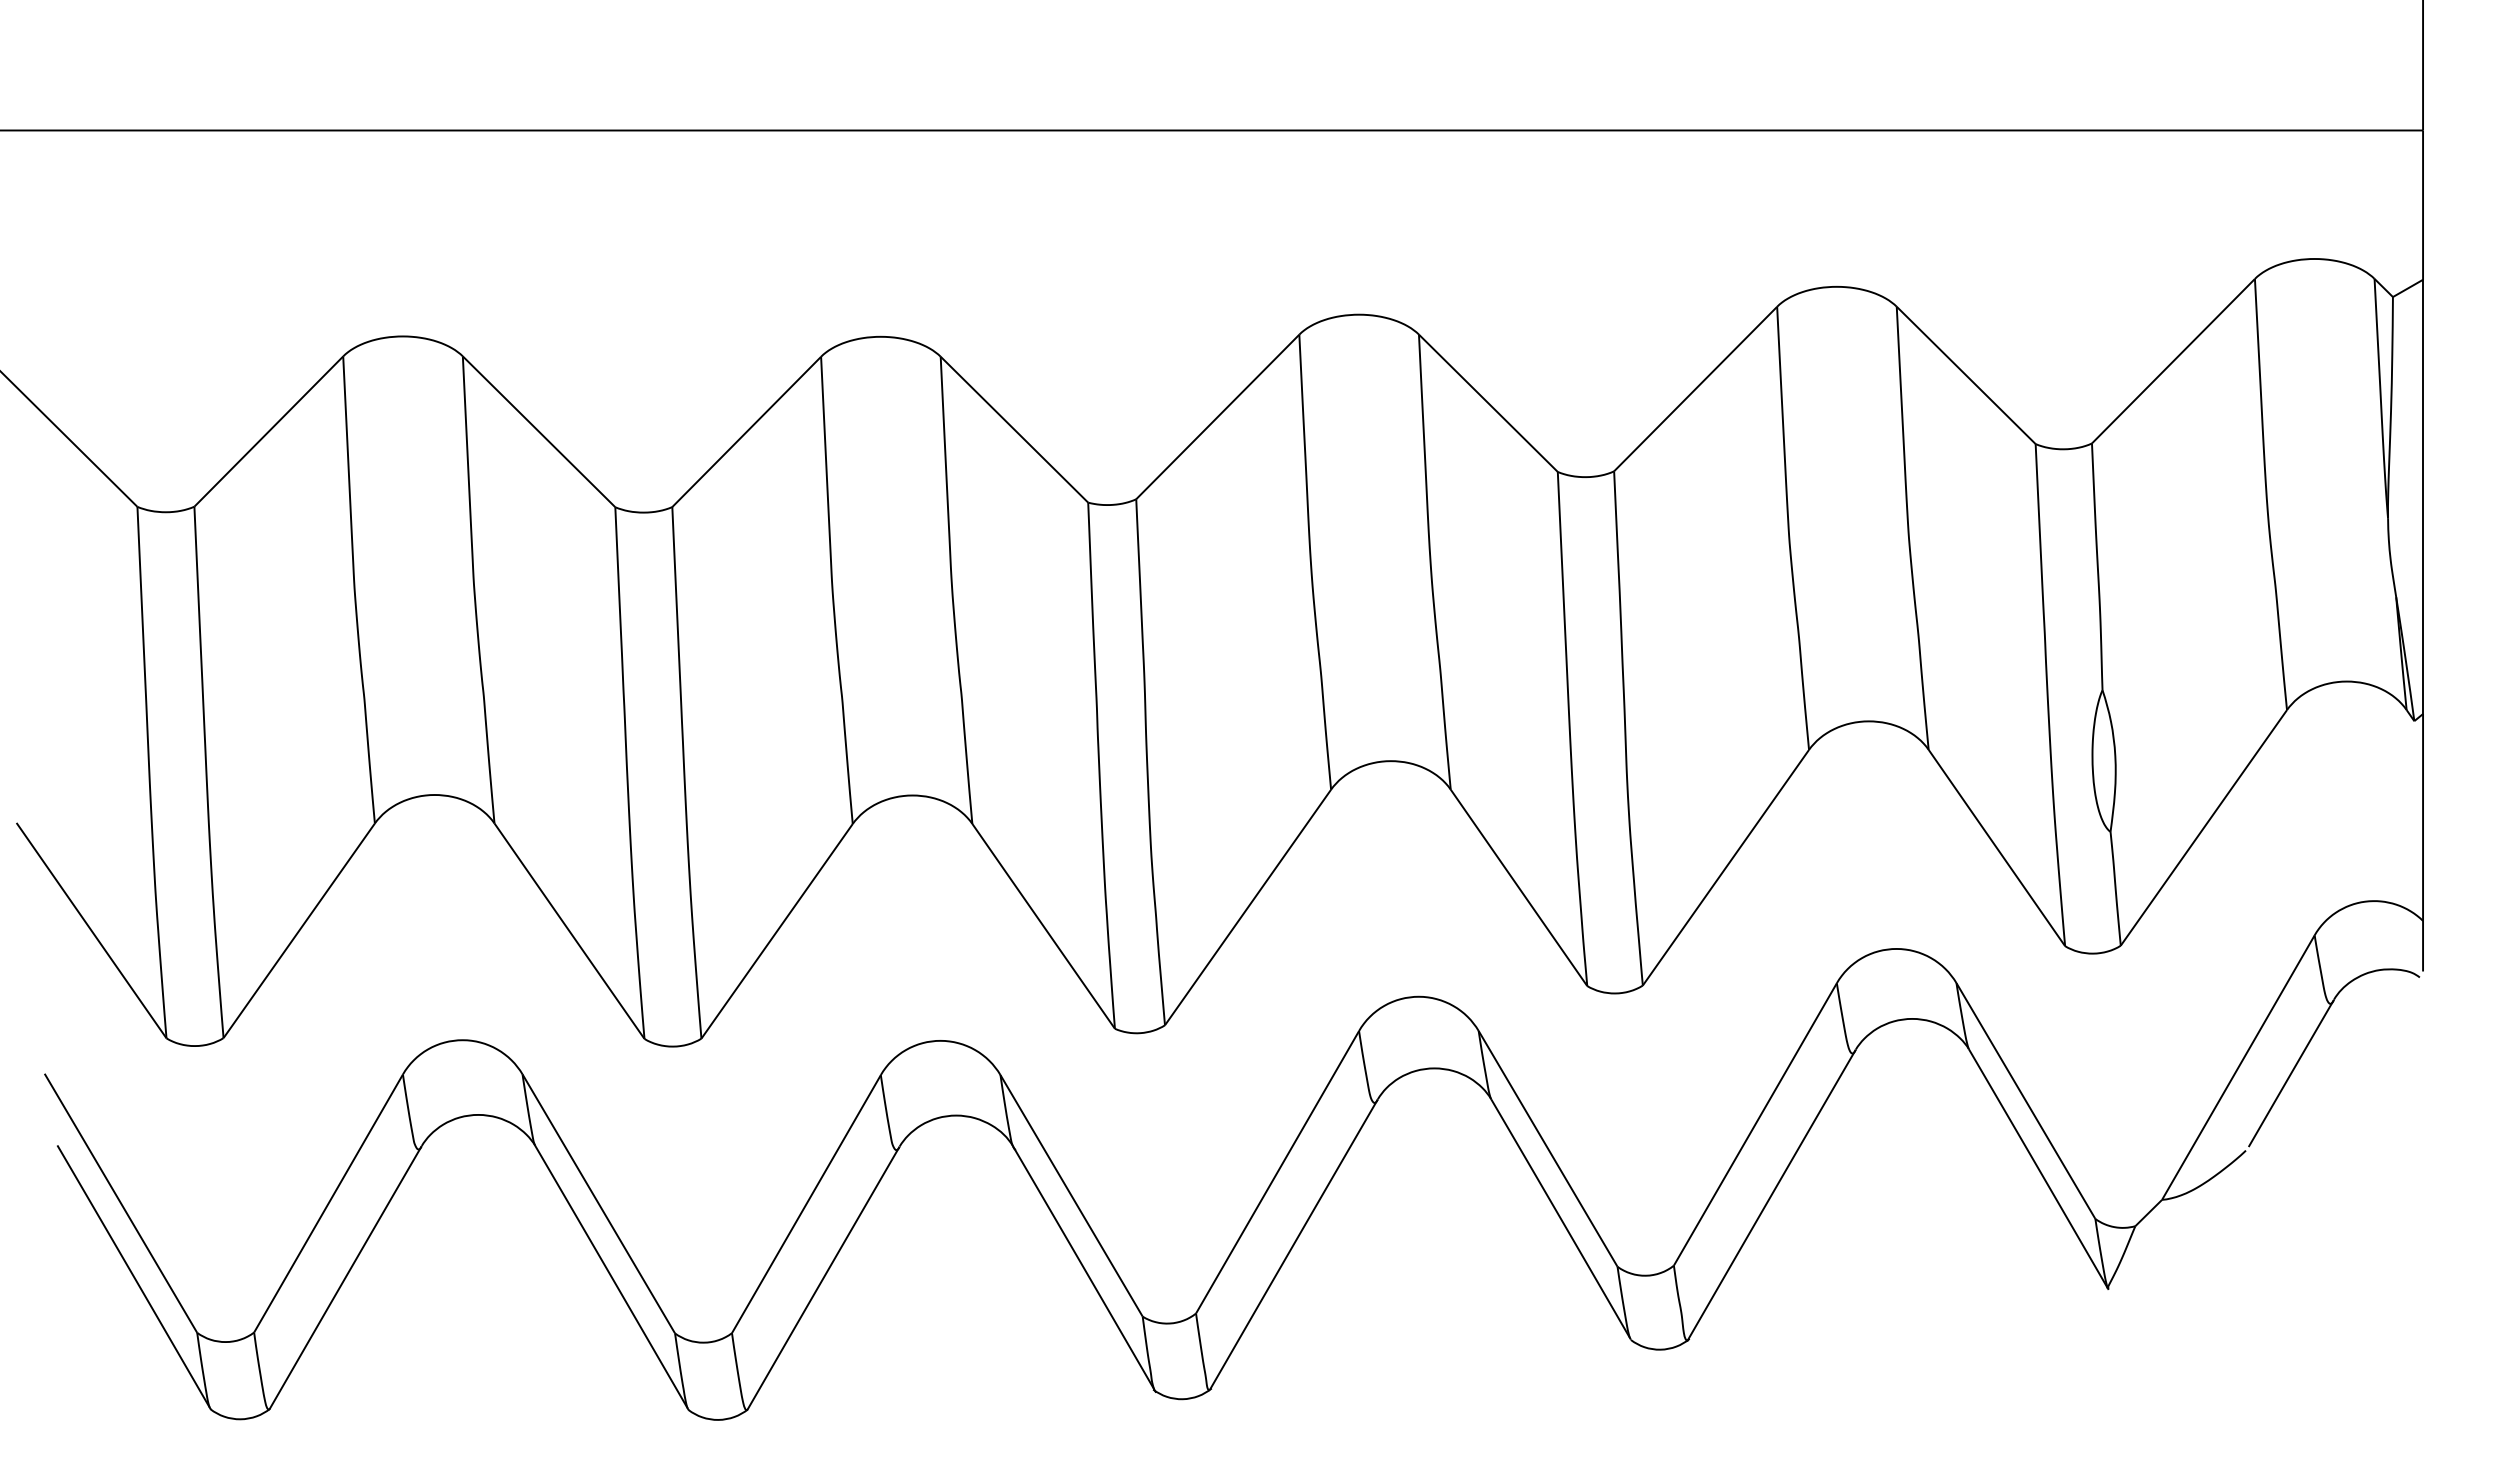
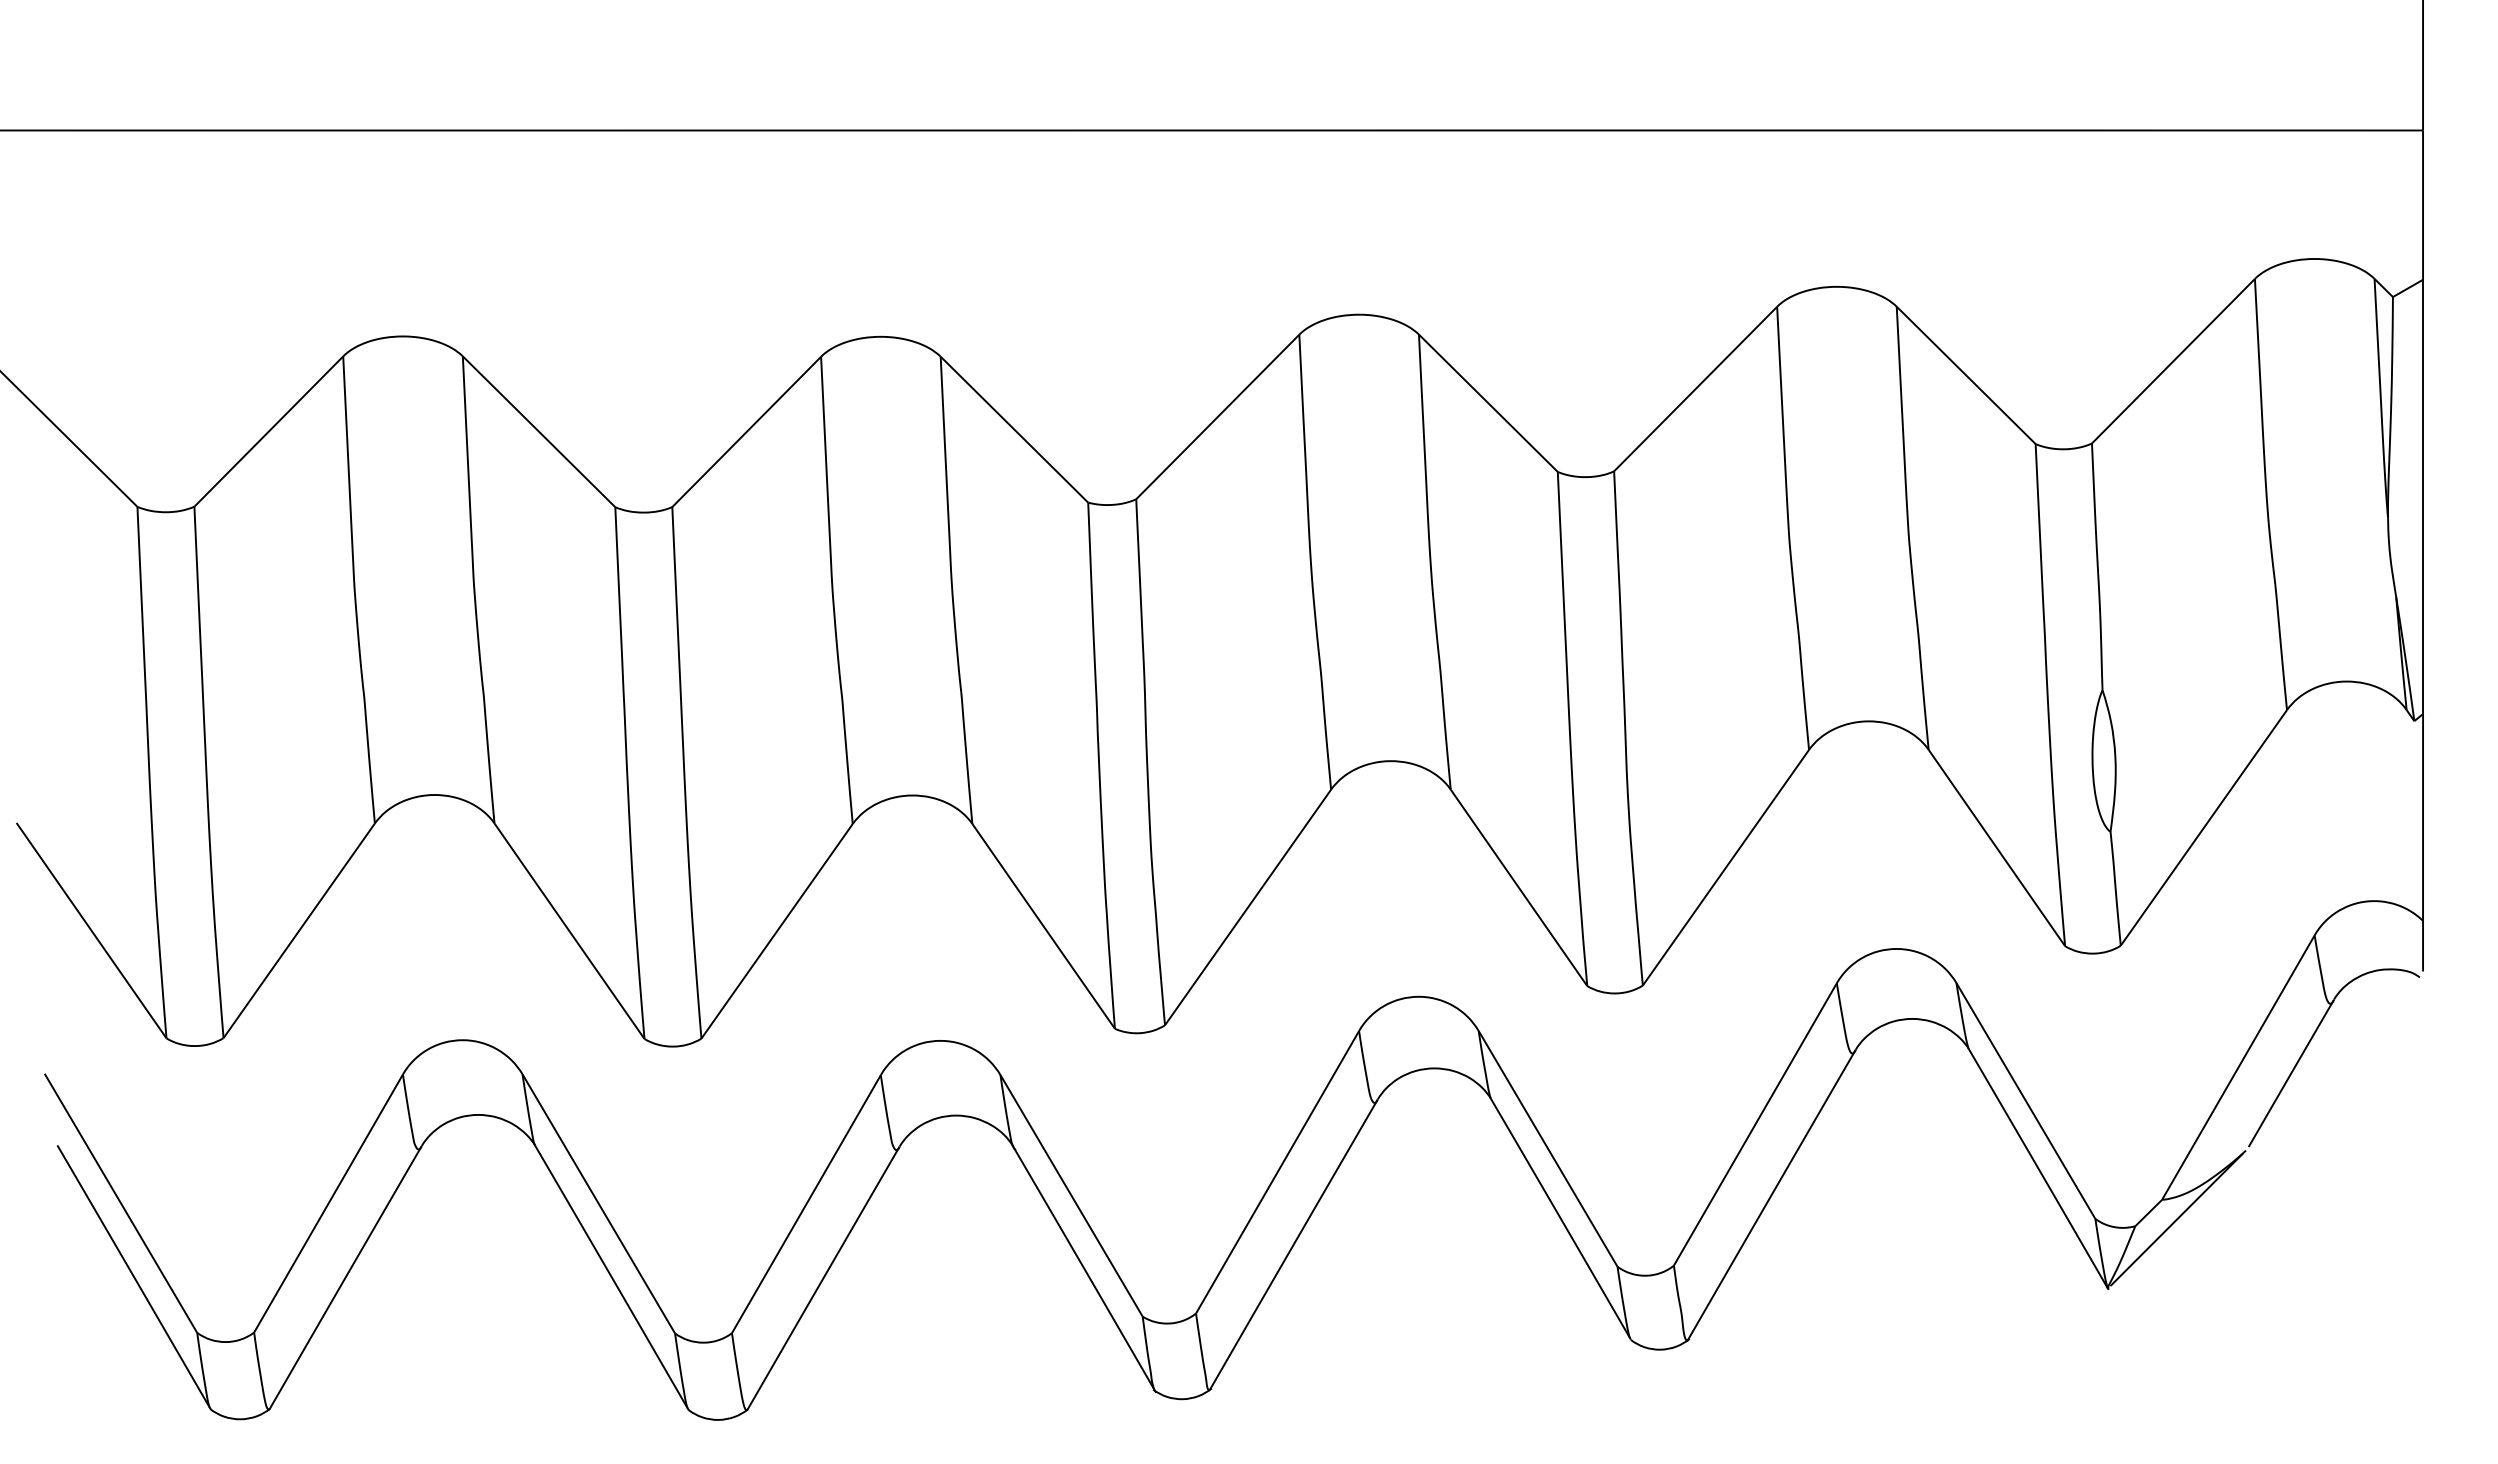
line at (2176, 1219): none -> present
